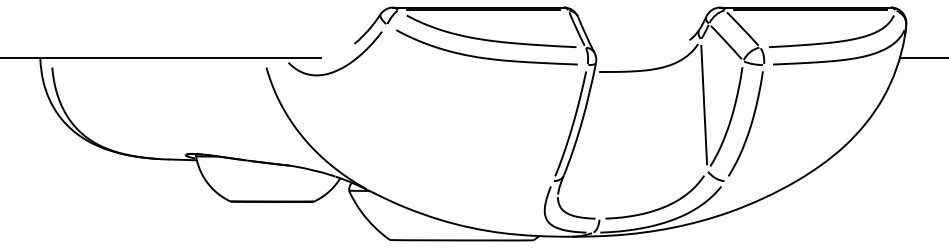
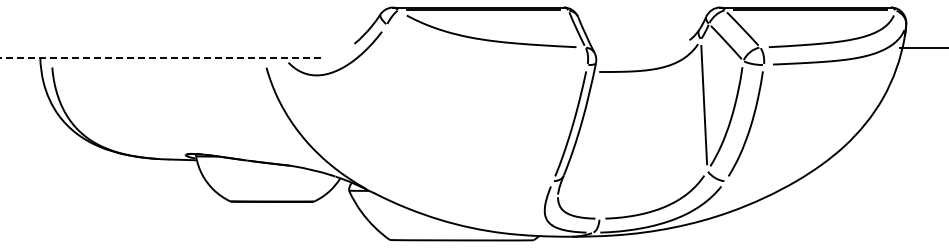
part at (486, 57): present -> none
line at (161, 58): solid -> dashed
line at (922, 58) position: (922, 58) -> (922, 48)
